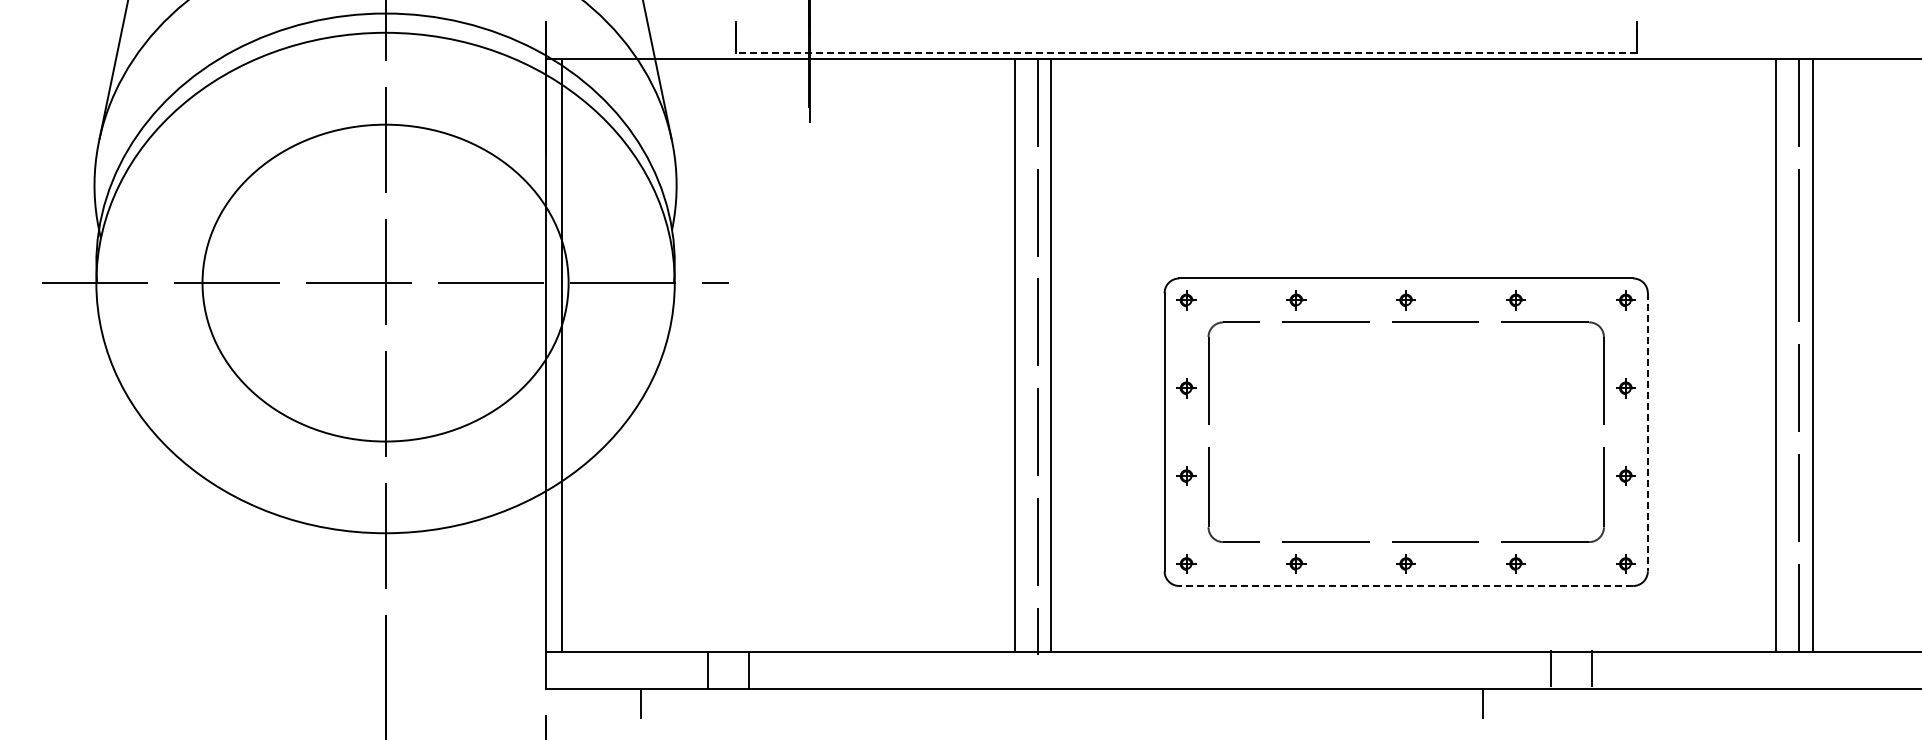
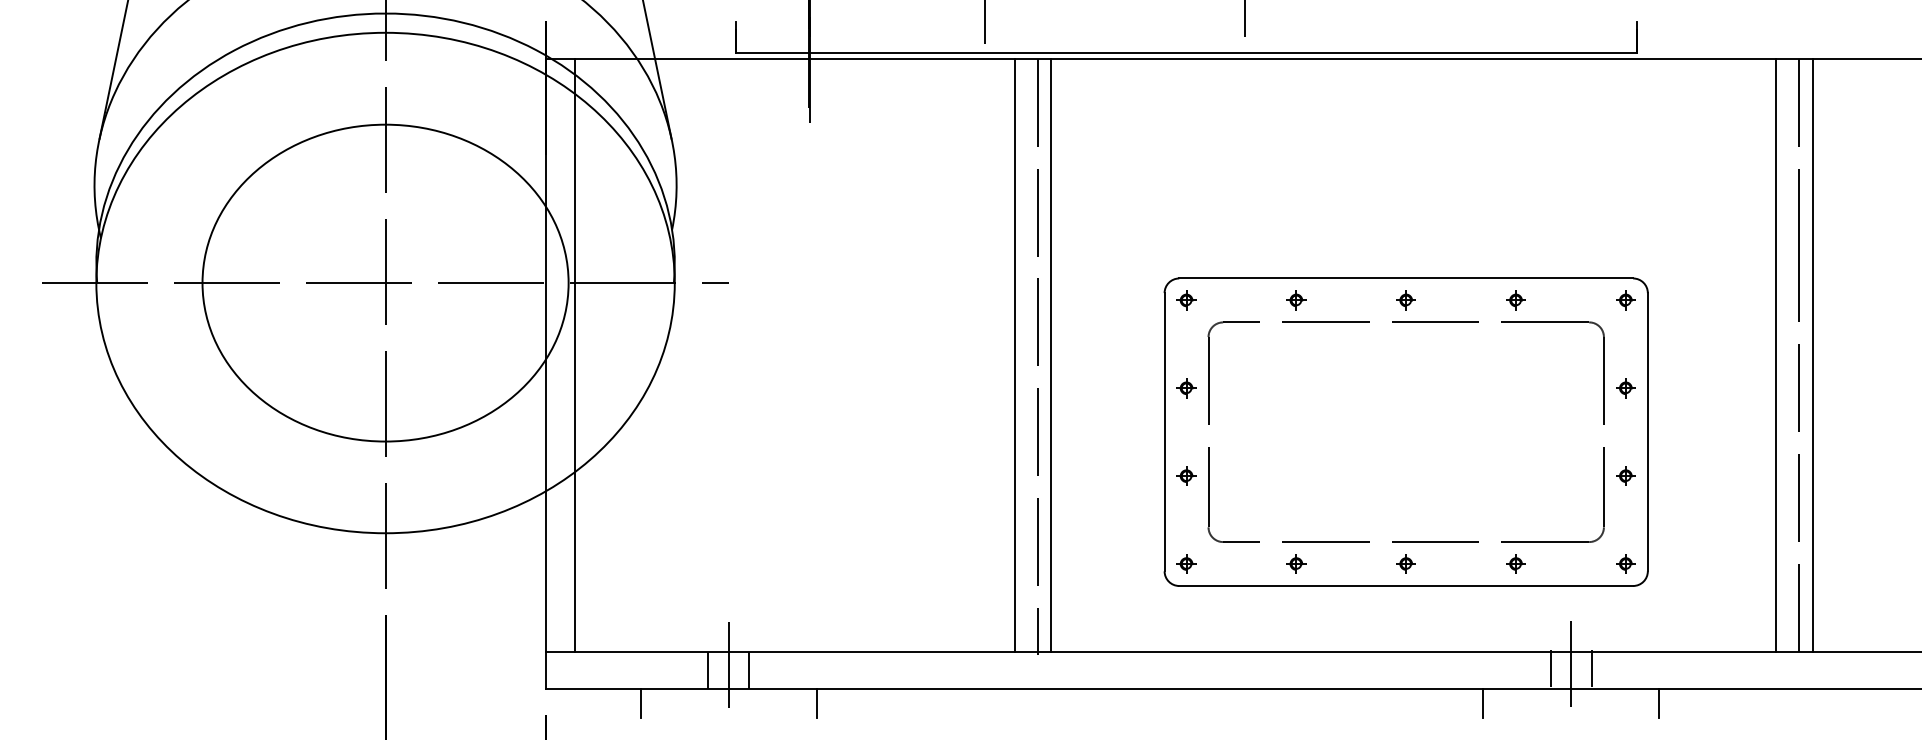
line at (1245, 19): none -> present
line at (985, 23): none -> present
line at (1186, 52): dashed -> solid
line at (562, 354) position: (562, 354) -> (575, 354)
line at (1647, 432): dashed -> solid
line at (1406, 585): dashed -> solid
line at (1571, 663): none -> present
line at (728, 665): none -> present
line at (816, 702): none -> present
line at (1658, 702): none -> present
